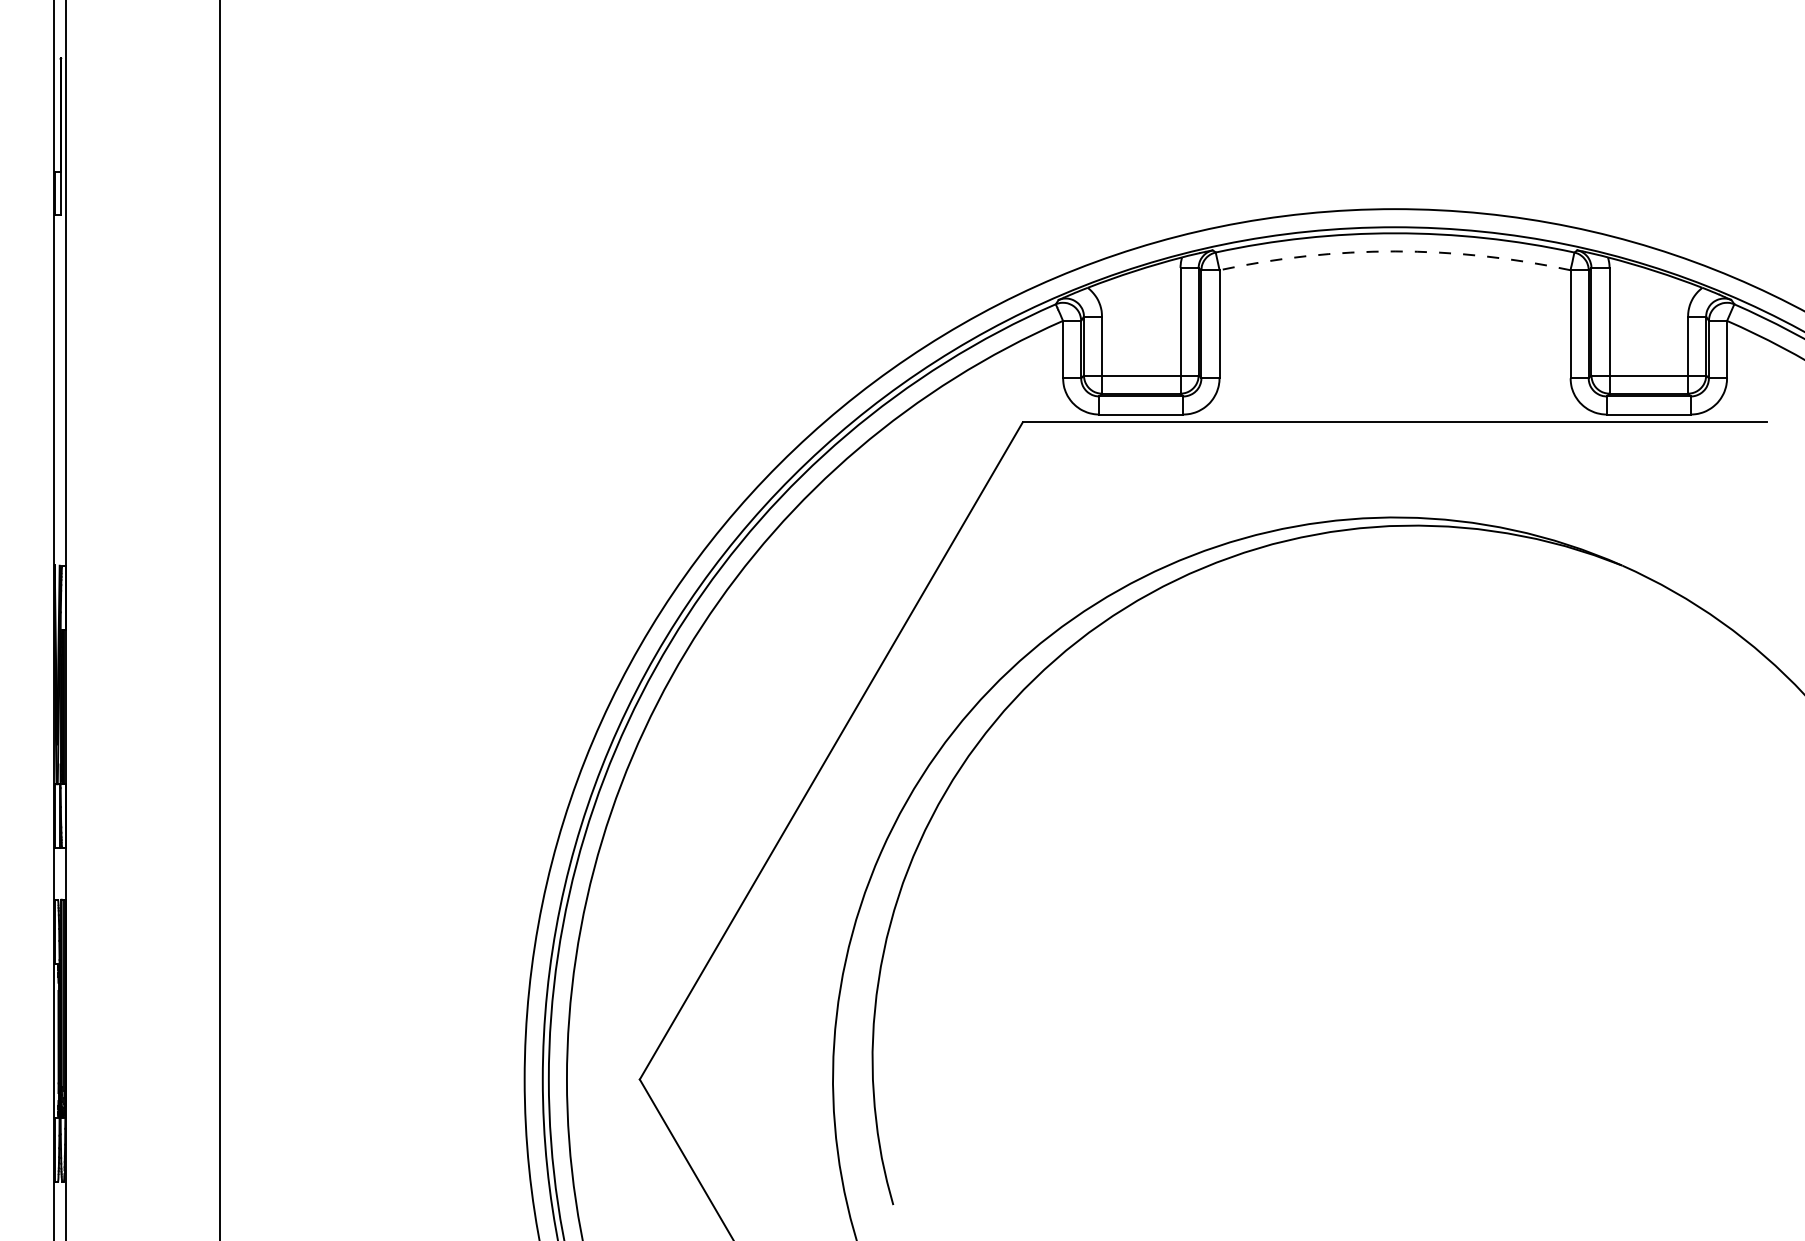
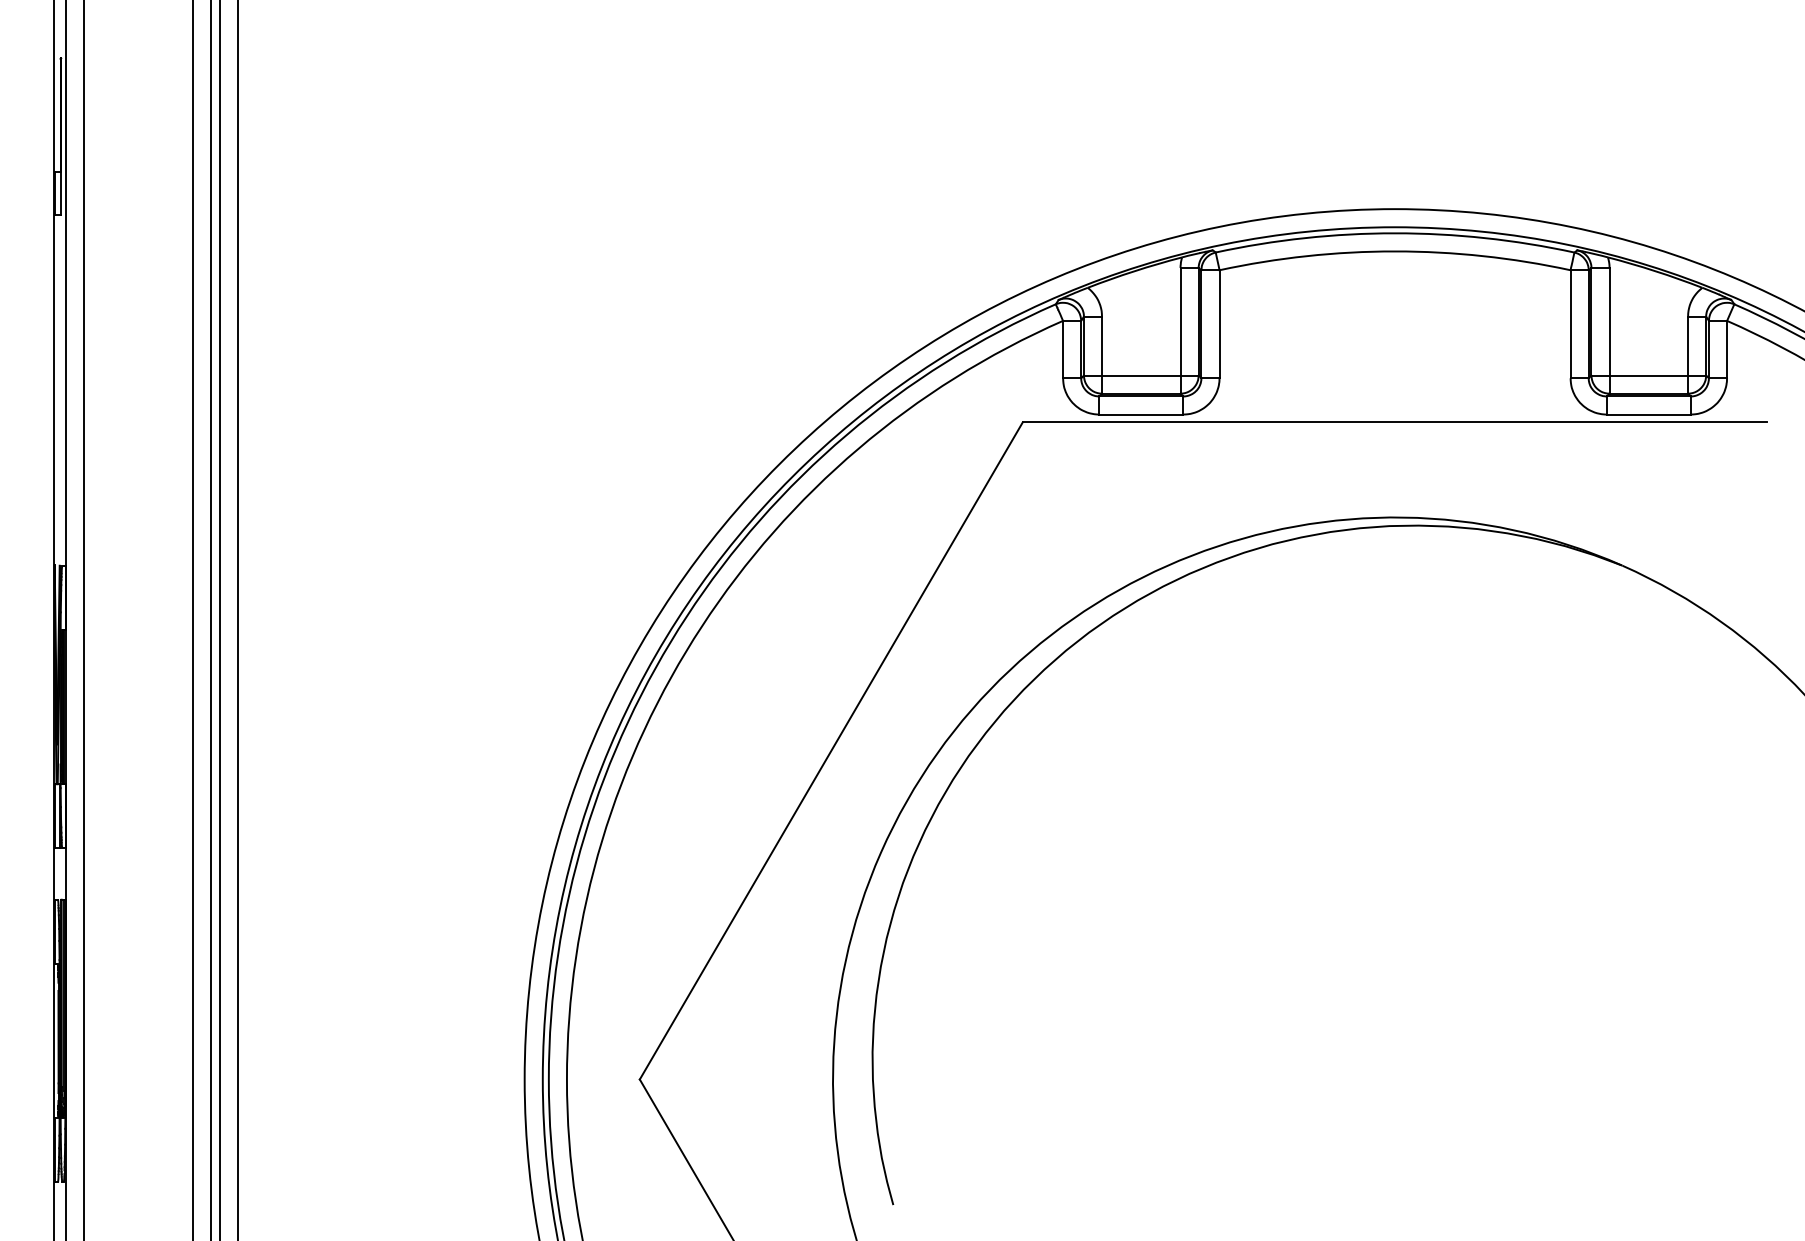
arc at (1395, 251): dashed -> solid
line at (84, 619): none -> present
line at (193, 619): none -> present
line at (211, 619): none -> present
line at (238, 619): none -> present
